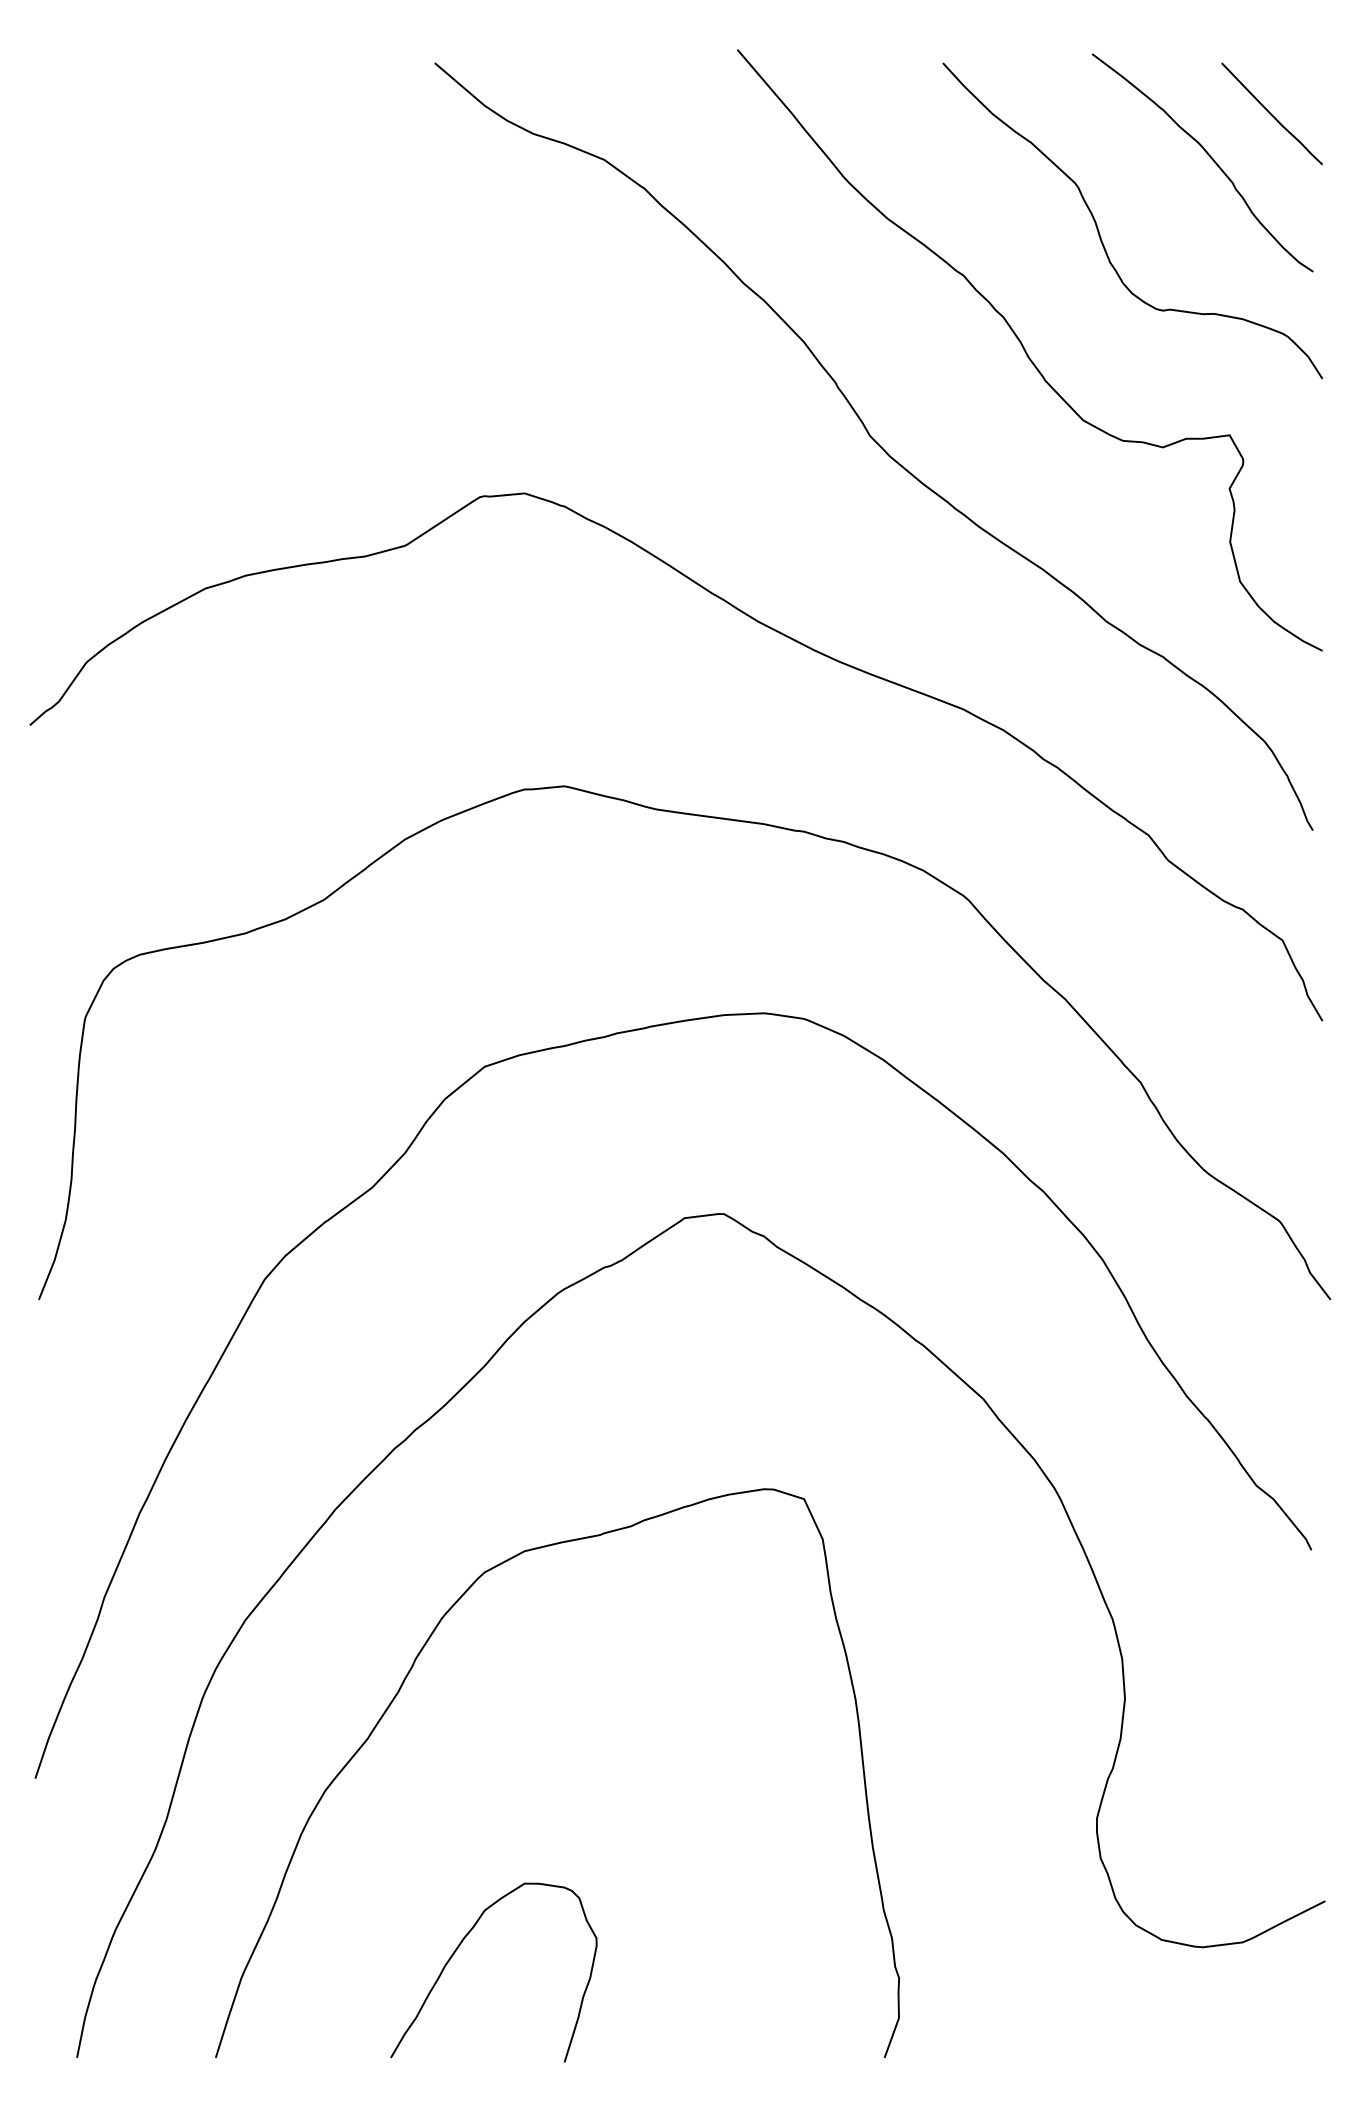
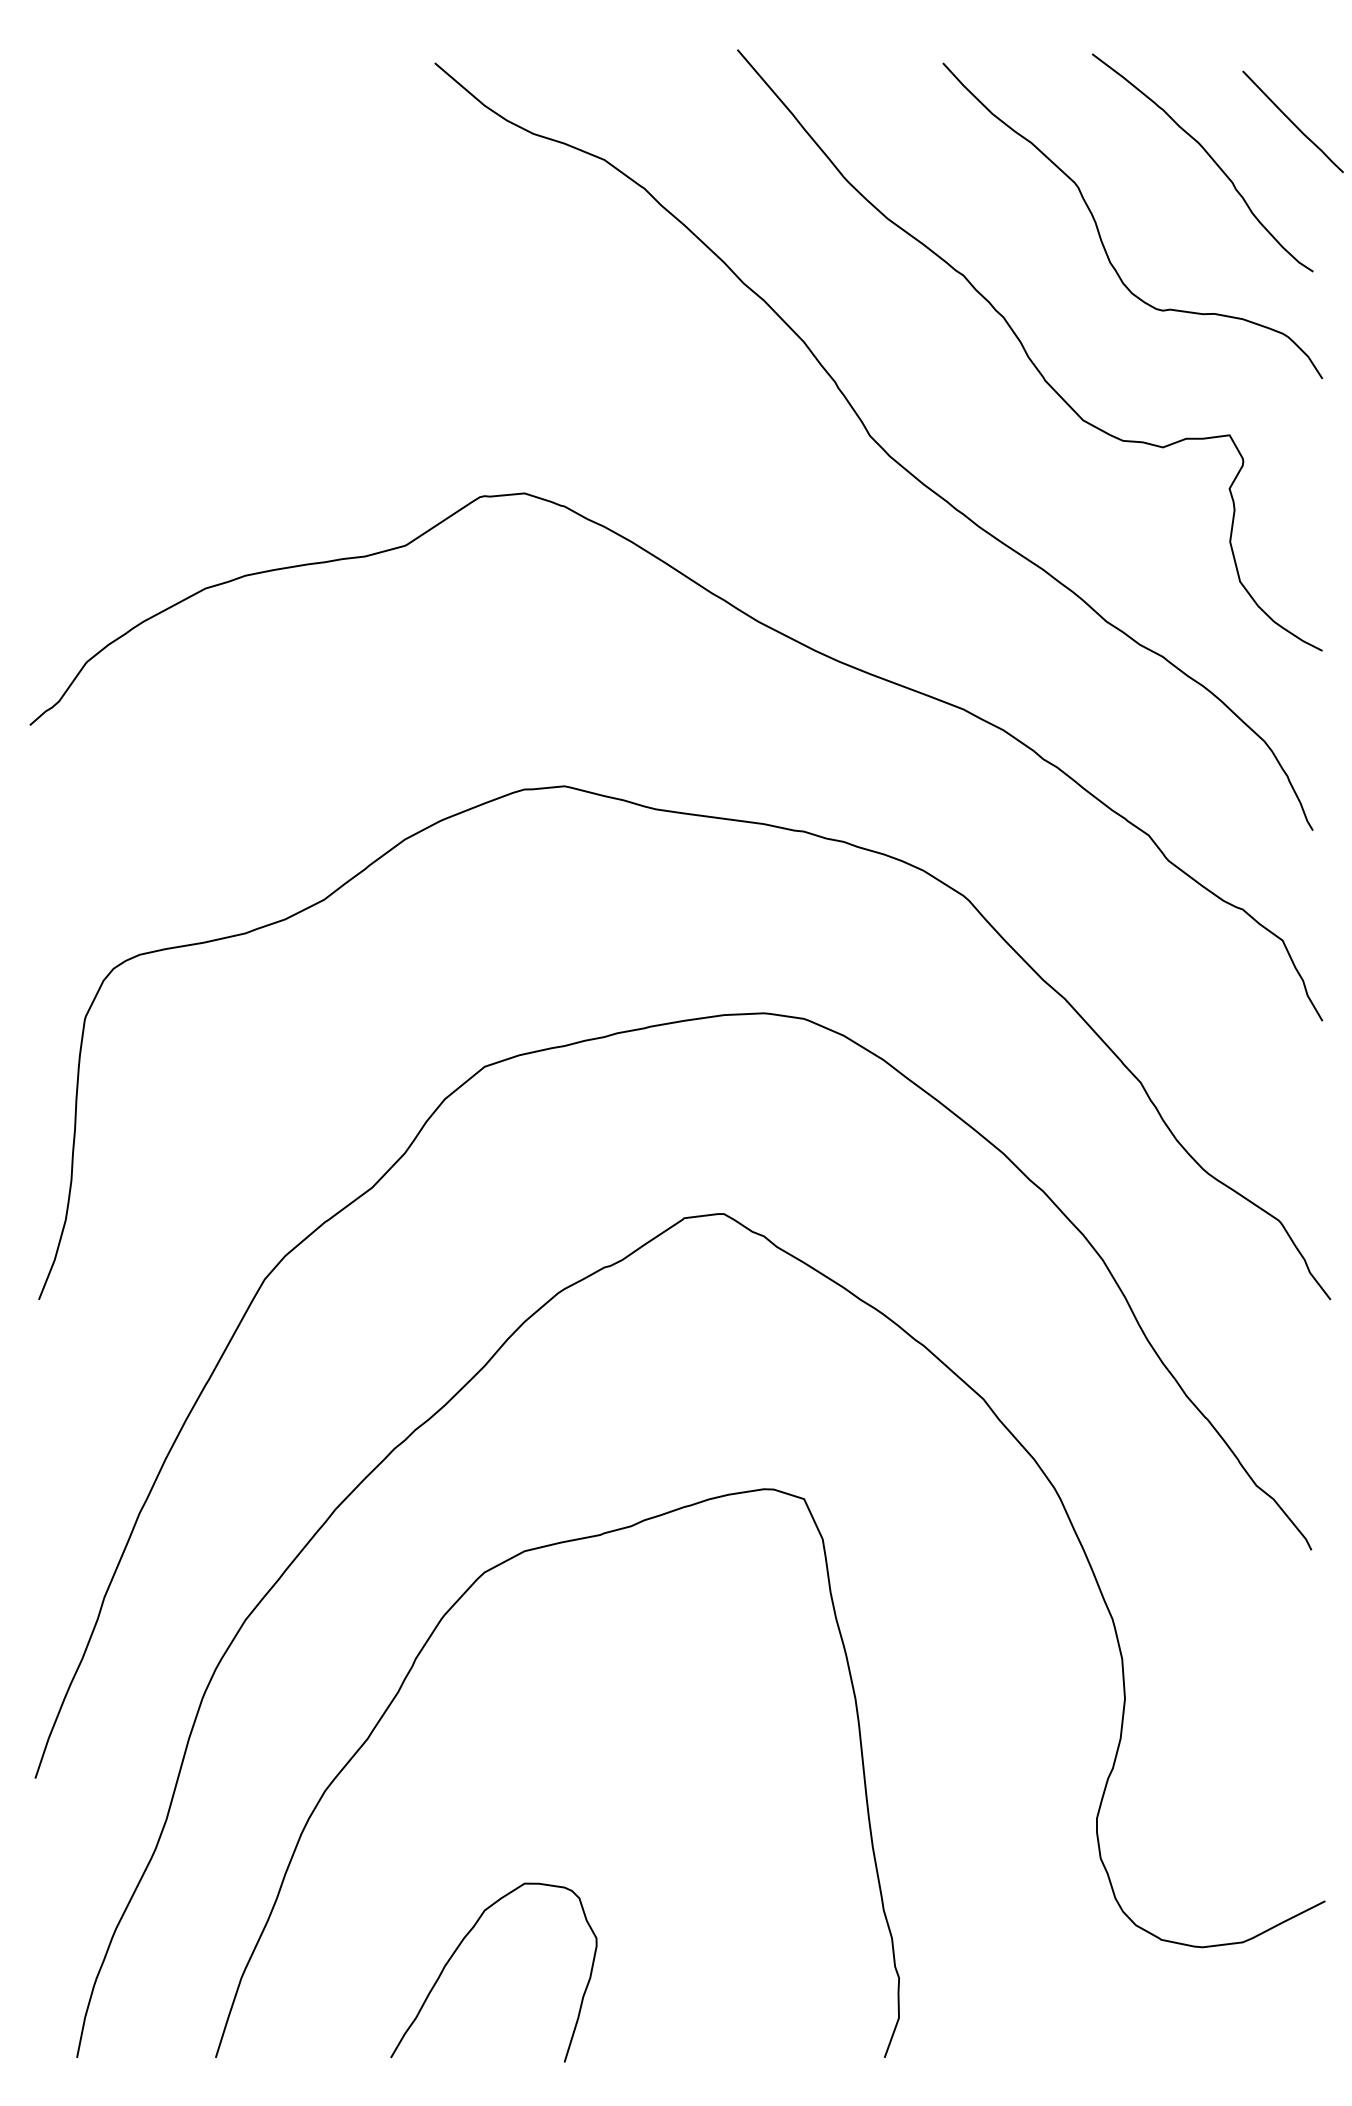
line at (1271, 113) position: (1271, 113) -> (1292, 121)
